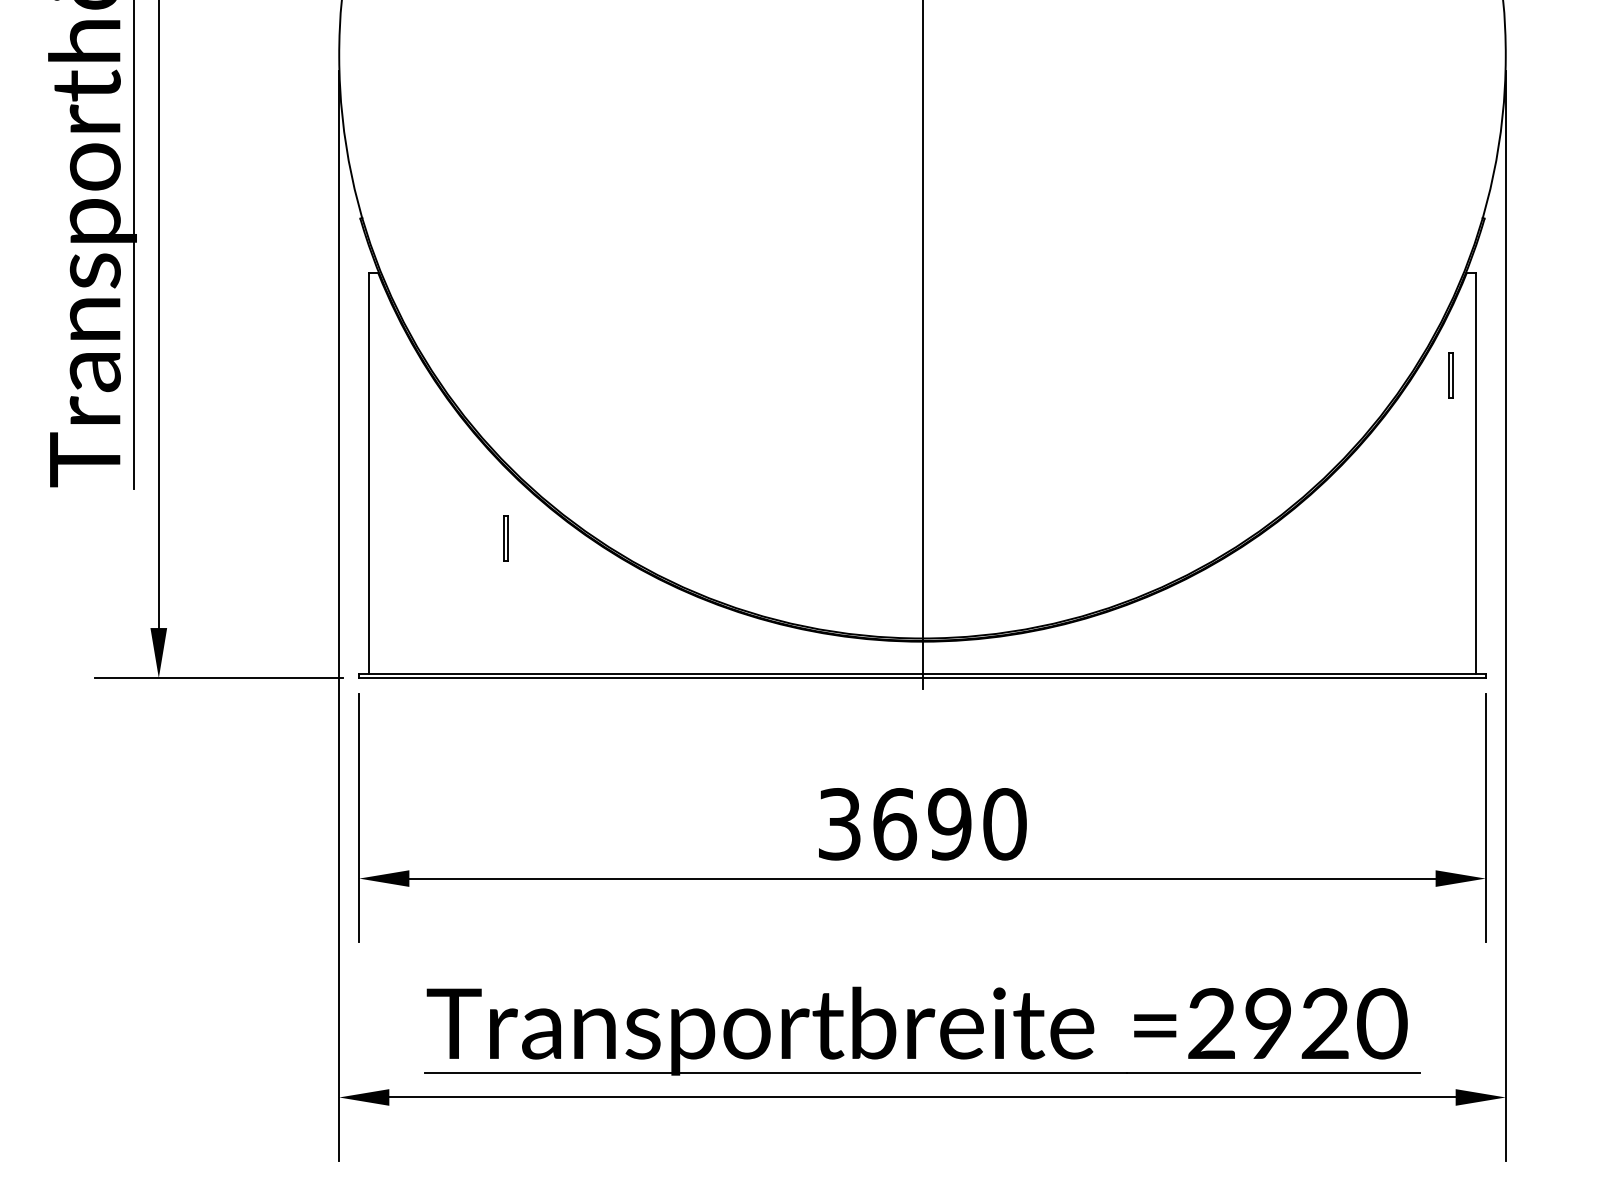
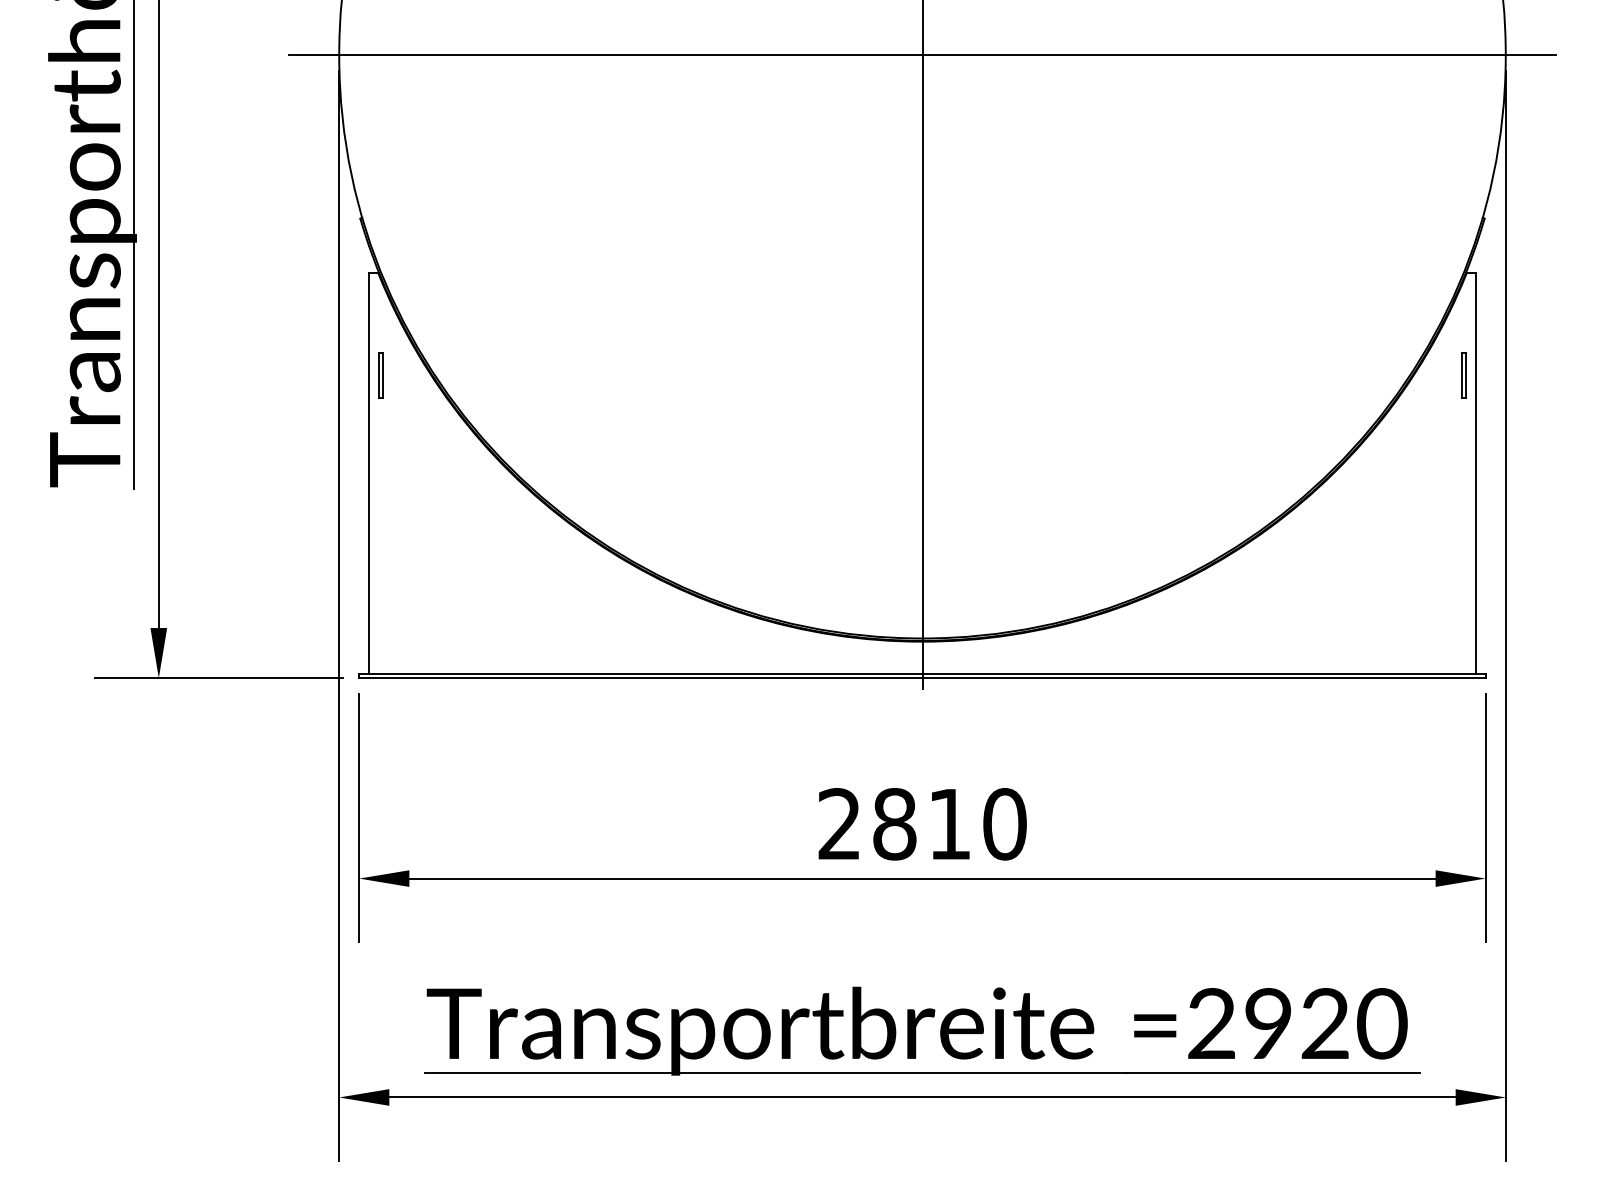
line at (922, 55): none -> present
part at (1450, 375) position: (1450, 375) -> (1463, 375)
part at (505, 538) position: (505, 538) -> (380, 375)
text at (894, 824): 3690 -> 2810
